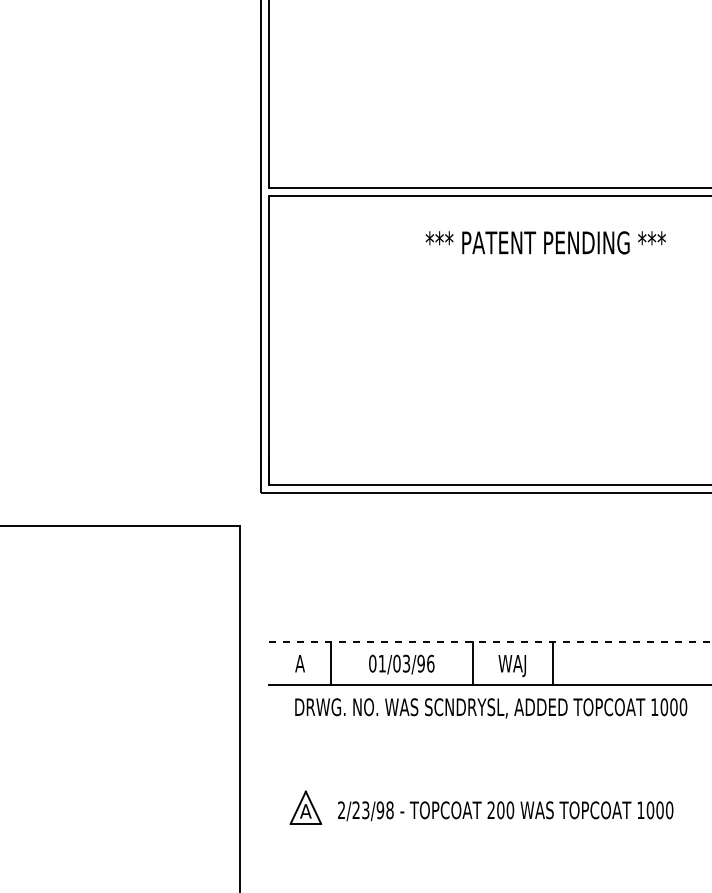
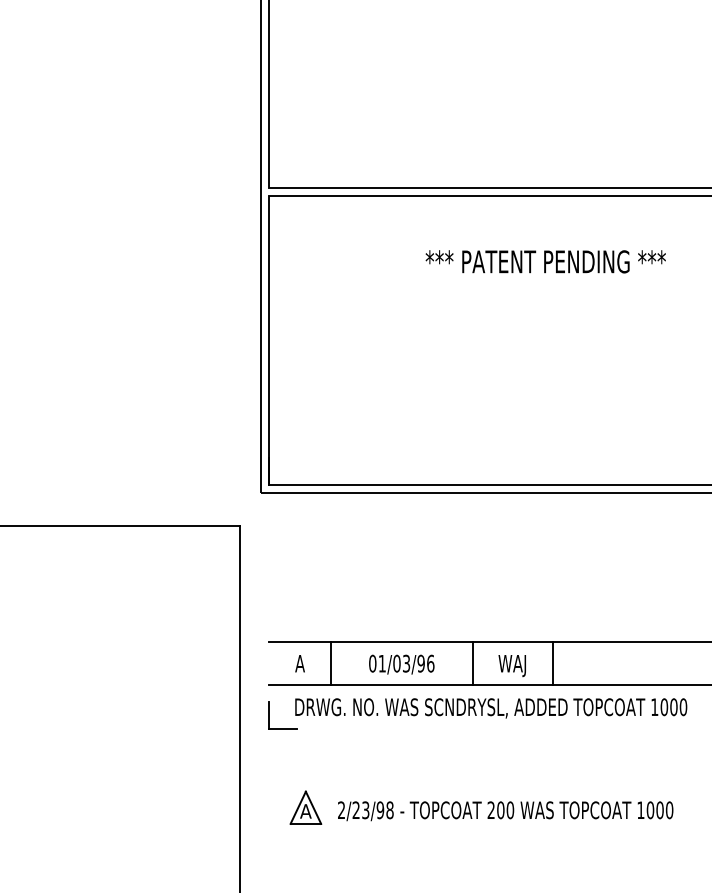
text at (545, 242) position: (545, 242) -> (545, 261)
line at (490, 641): dashed -> solid
part at (269, 715): none -> present
